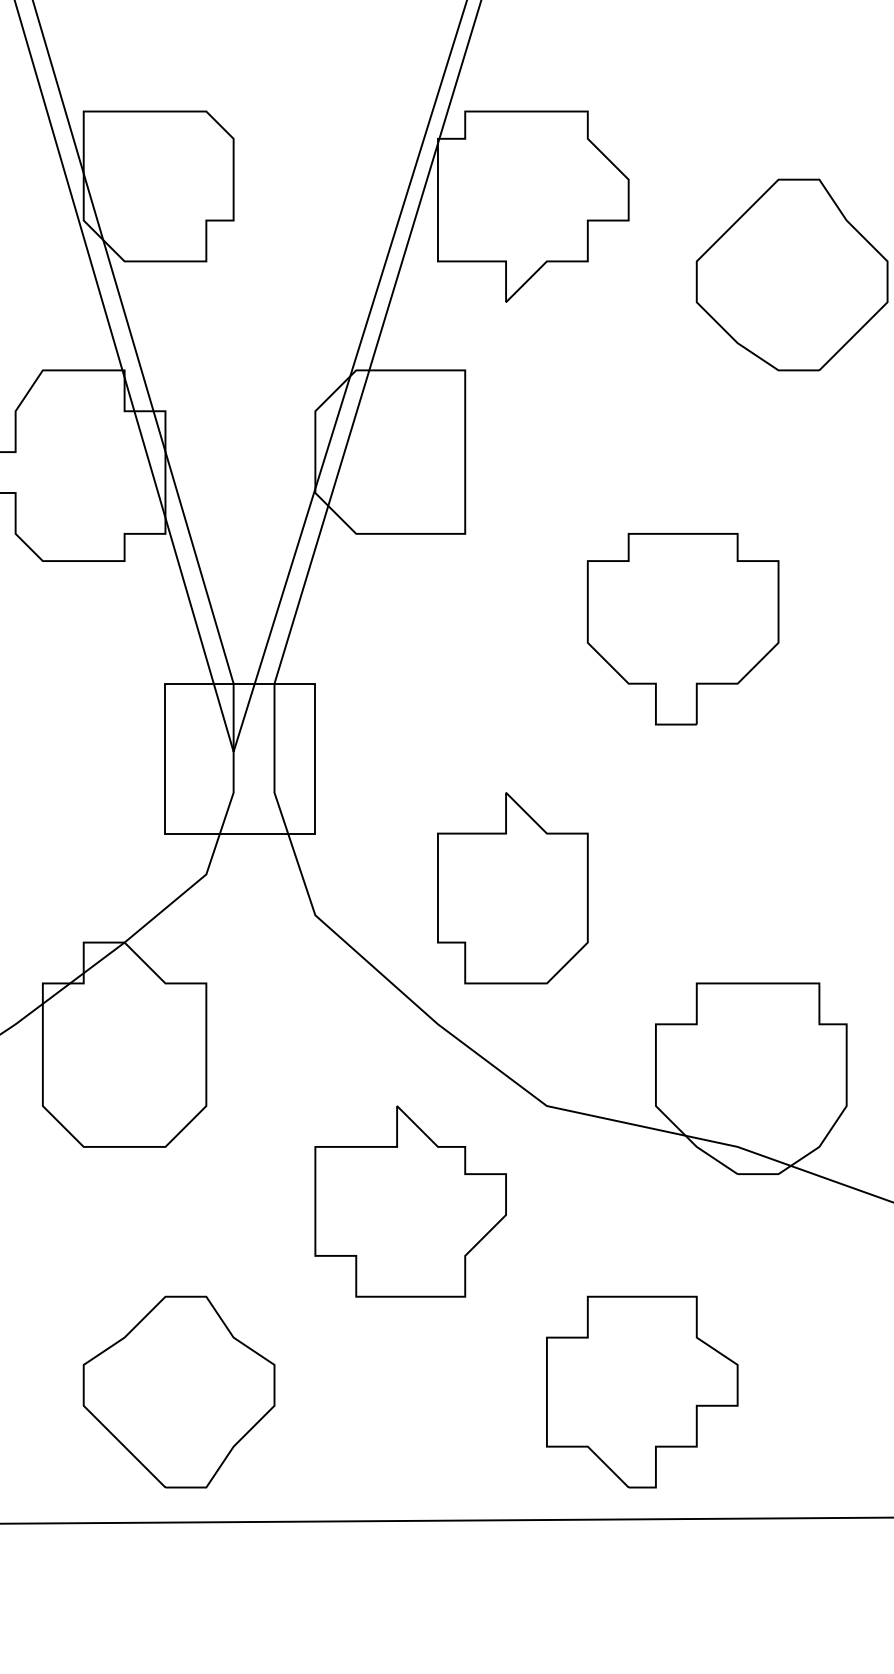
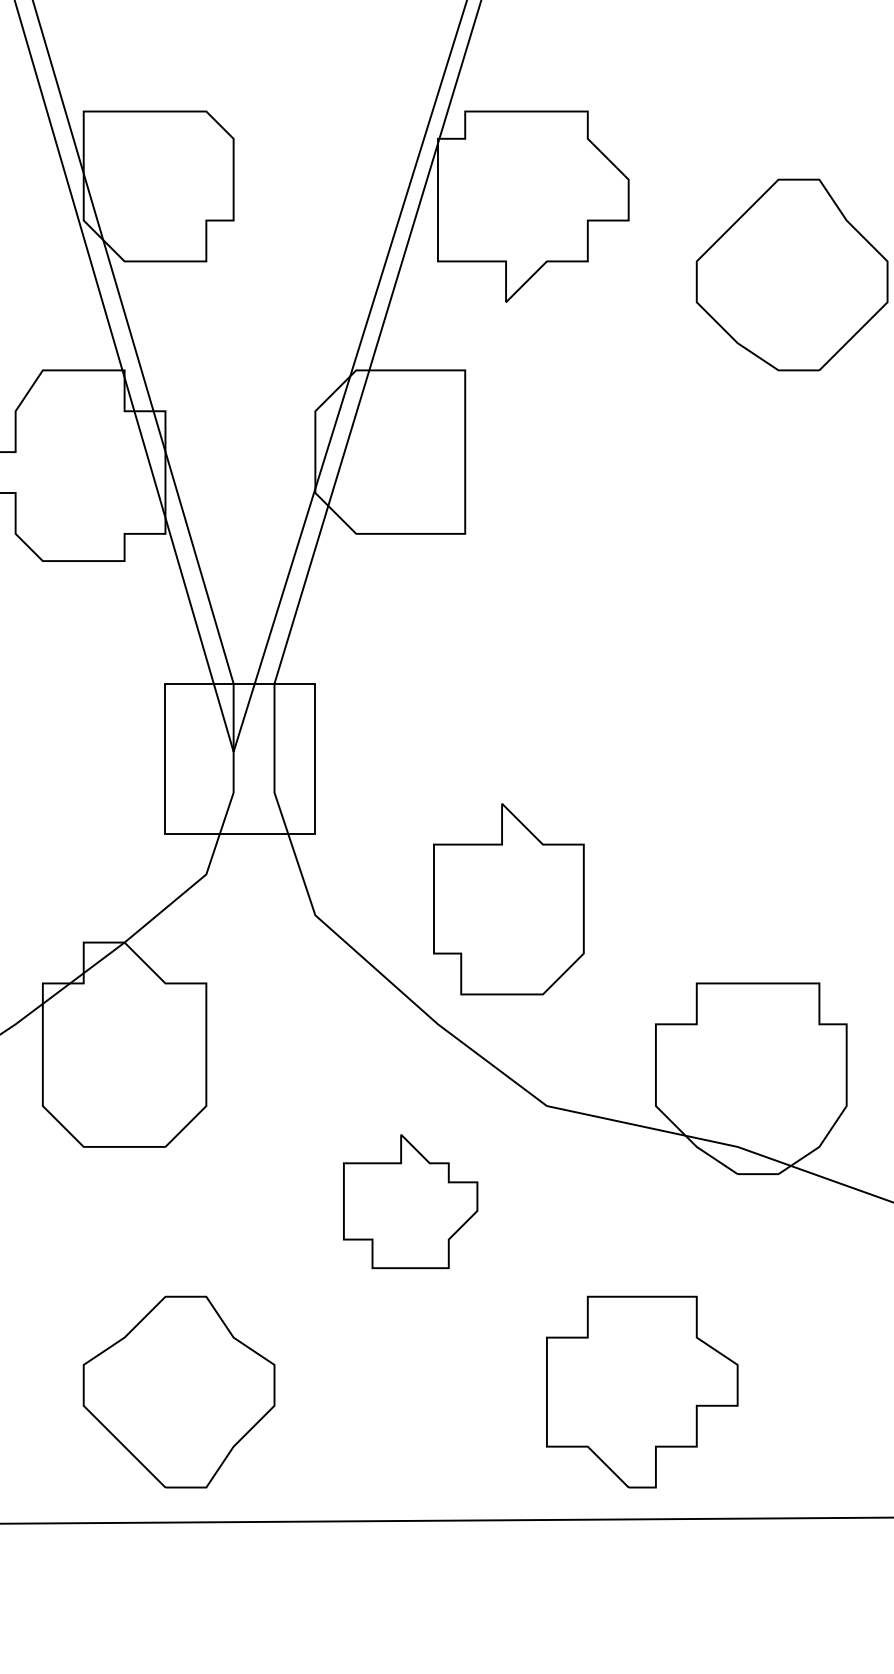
part at (682, 629): present -> none
part at (512, 888) position: (512, 888) -> (508, 899)
part at (410, 1201) size: 193x193 px -> 136x136 px
